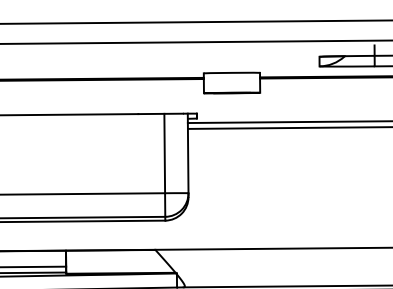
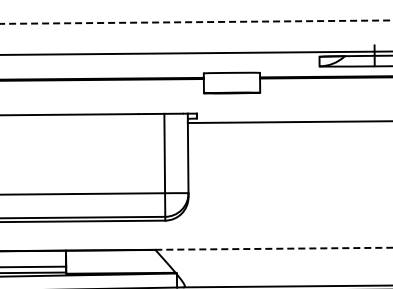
line at (196, 22): solid -> dashed
line at (195, 41) position: (195, 41) -> (195, 52)
line at (288, 127): present -> none
line at (274, 248): solid -> dashed
